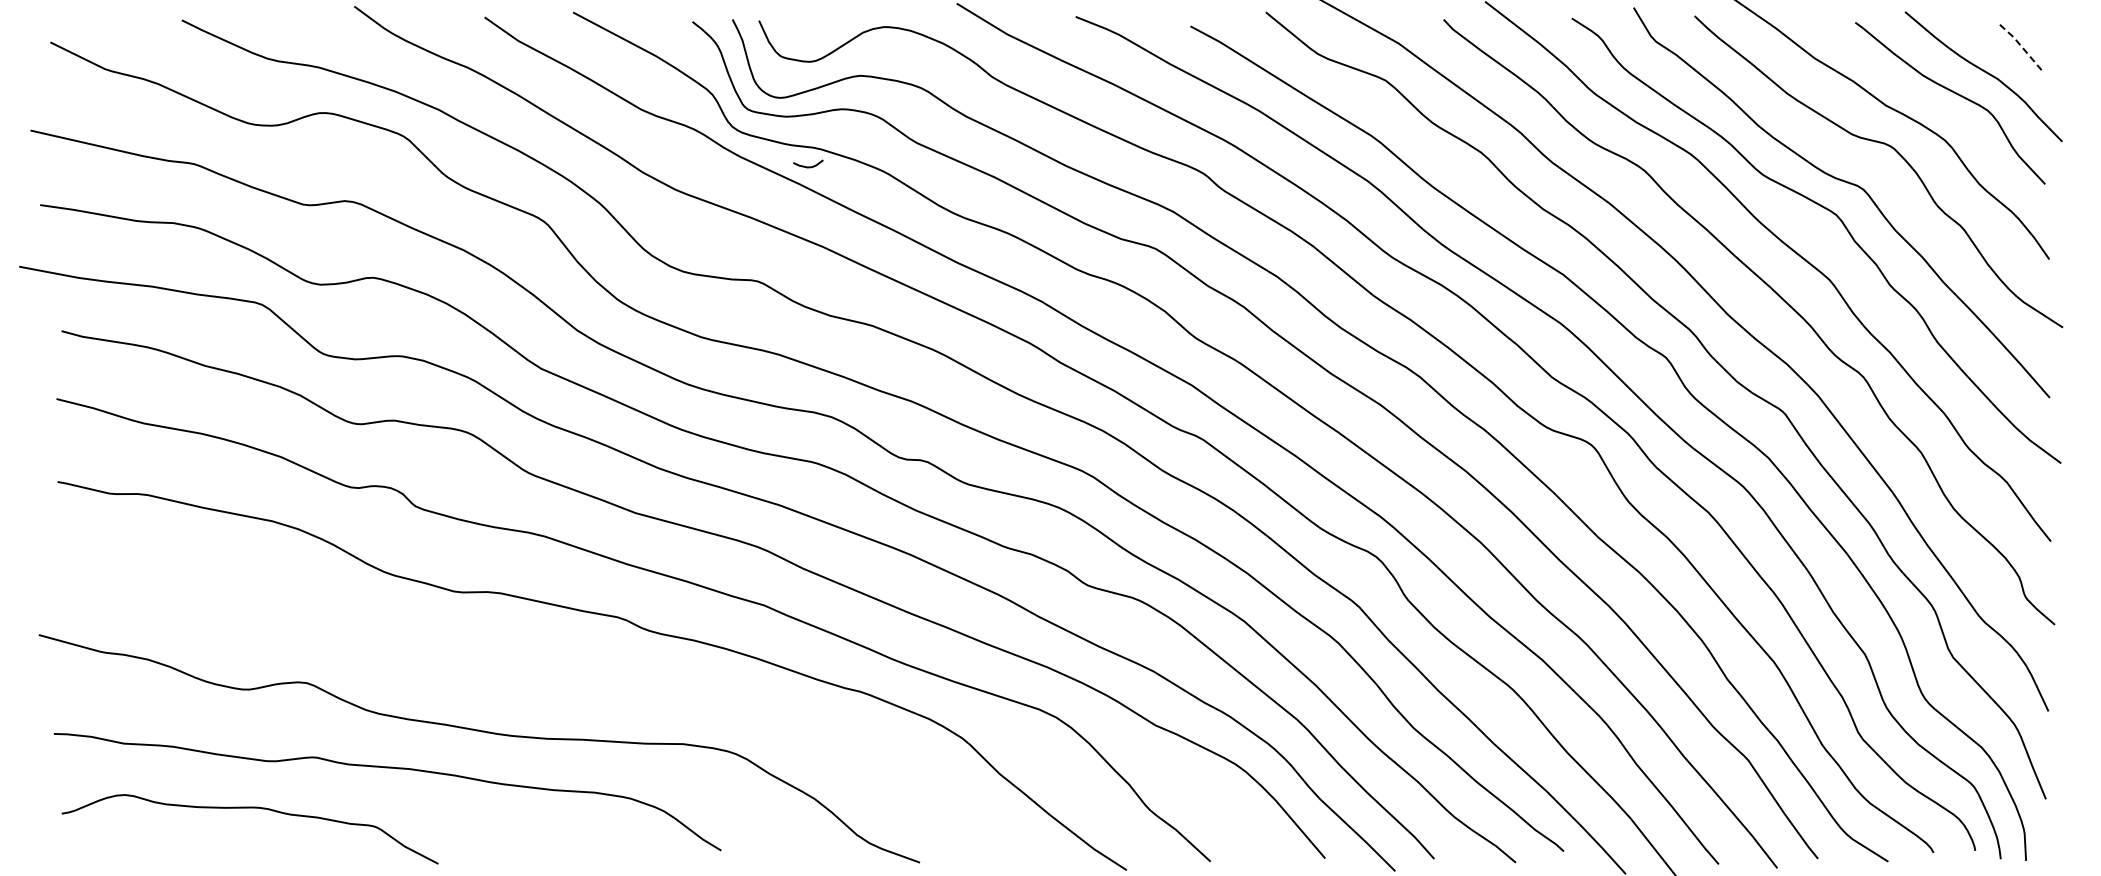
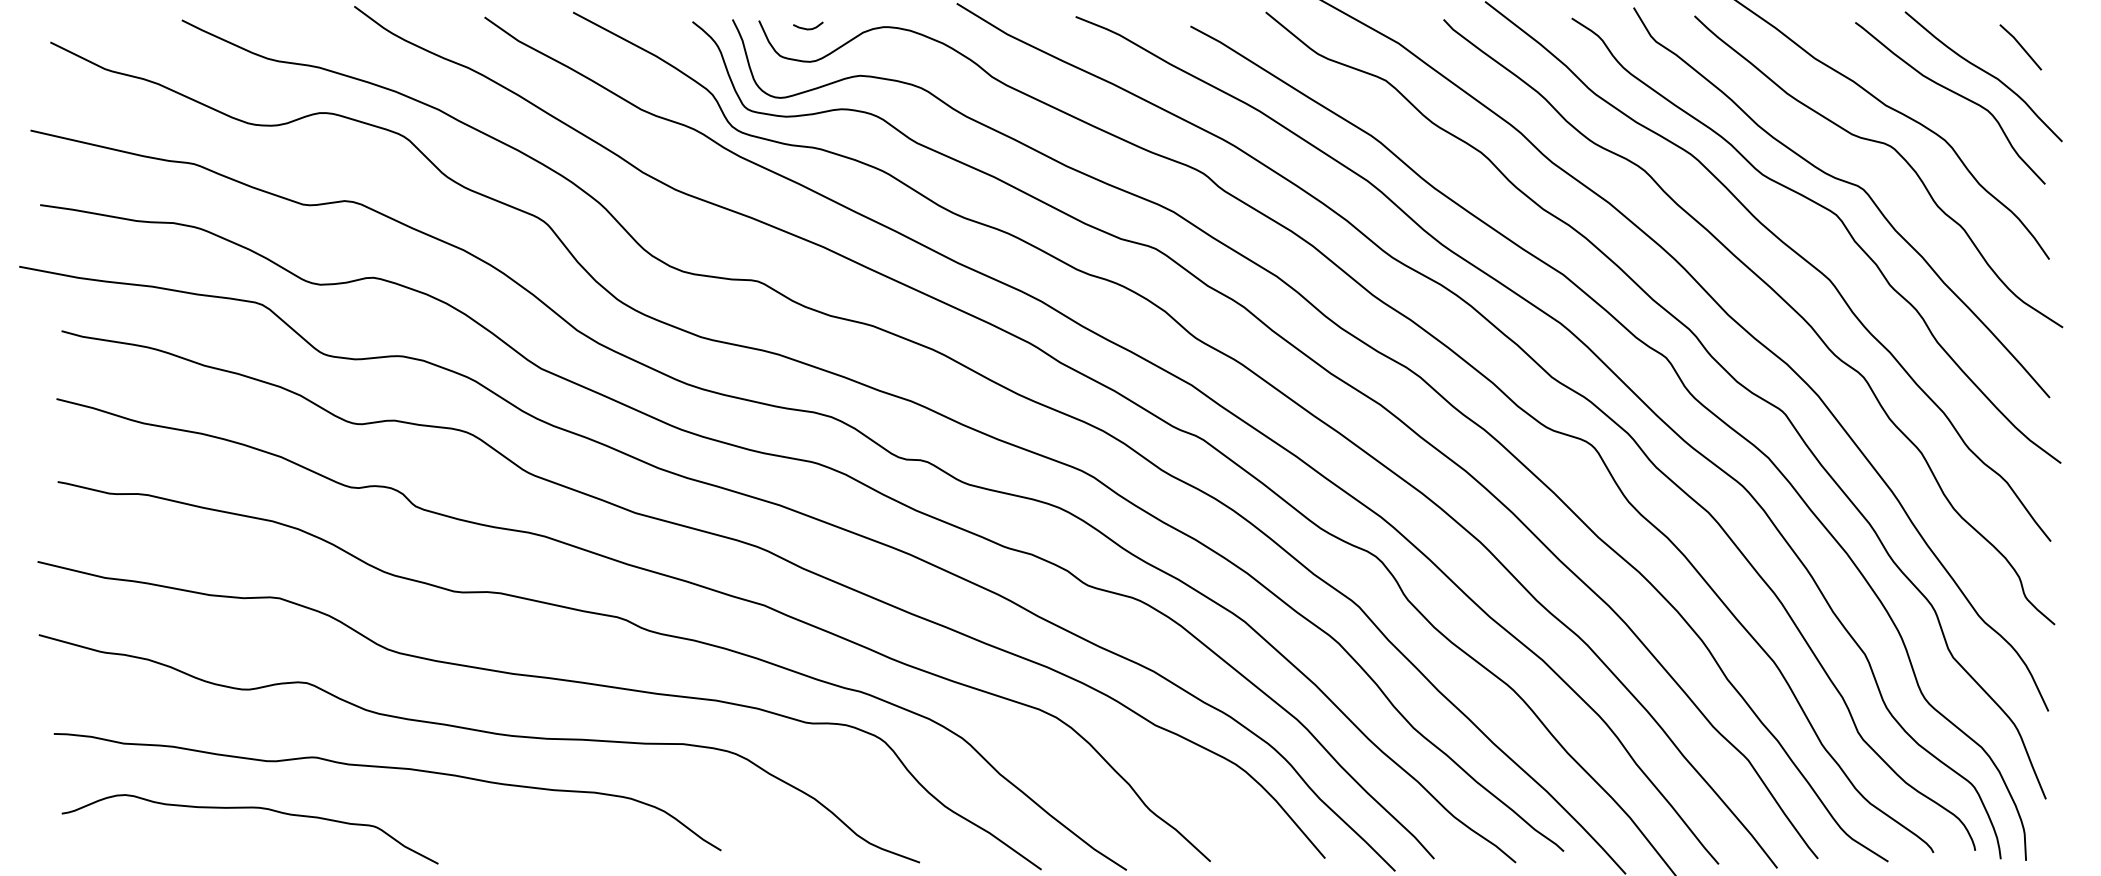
line at (2021, 46): dashed -> solid
curve at (808, 166) position: (808, 166) -> (808, 28)
curve at (541, 678): none -> present
